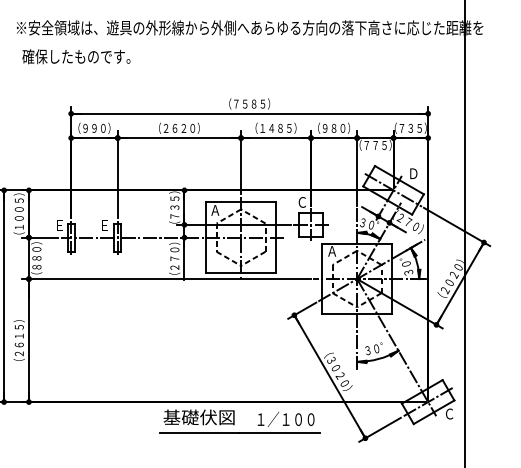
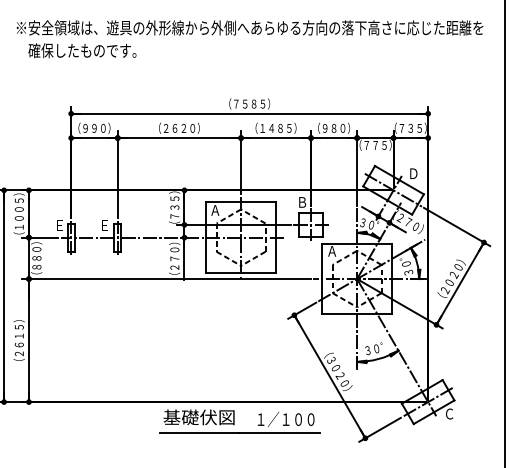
text at (76, 56) position: (76, 56) -> (82, 50)
text at (302, 202): Ｃ -> Ｂ
line at (465, 233) position: (465, 233) -> (505, 233)
